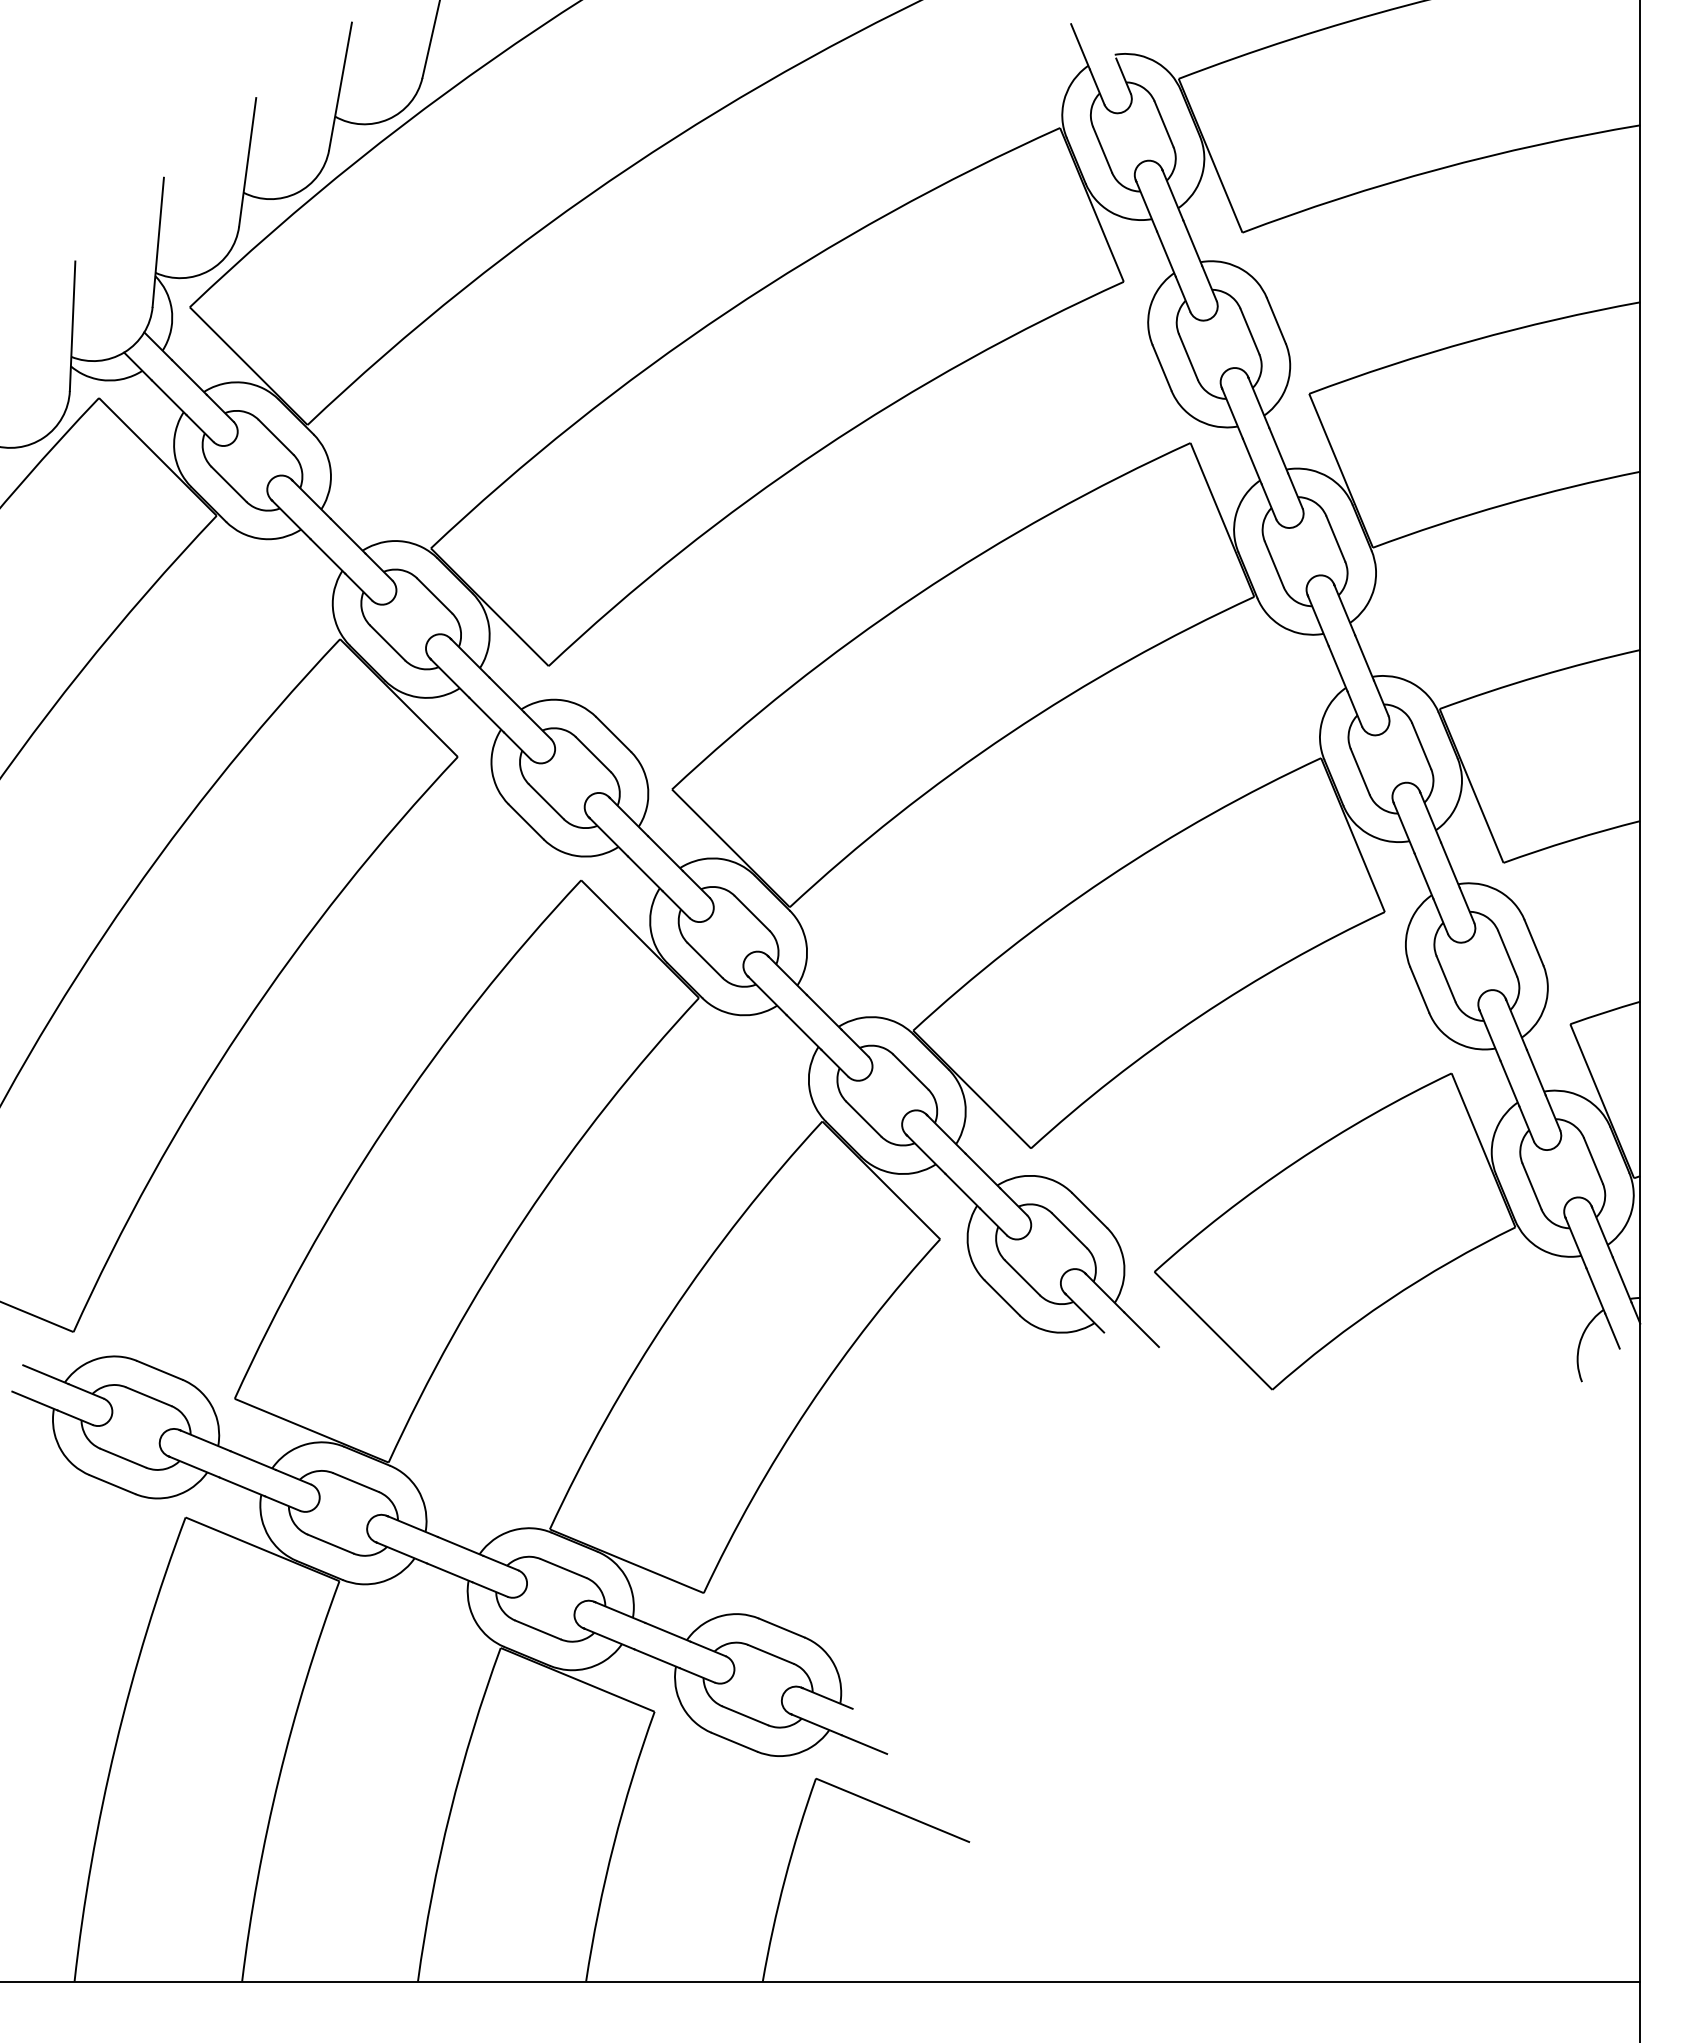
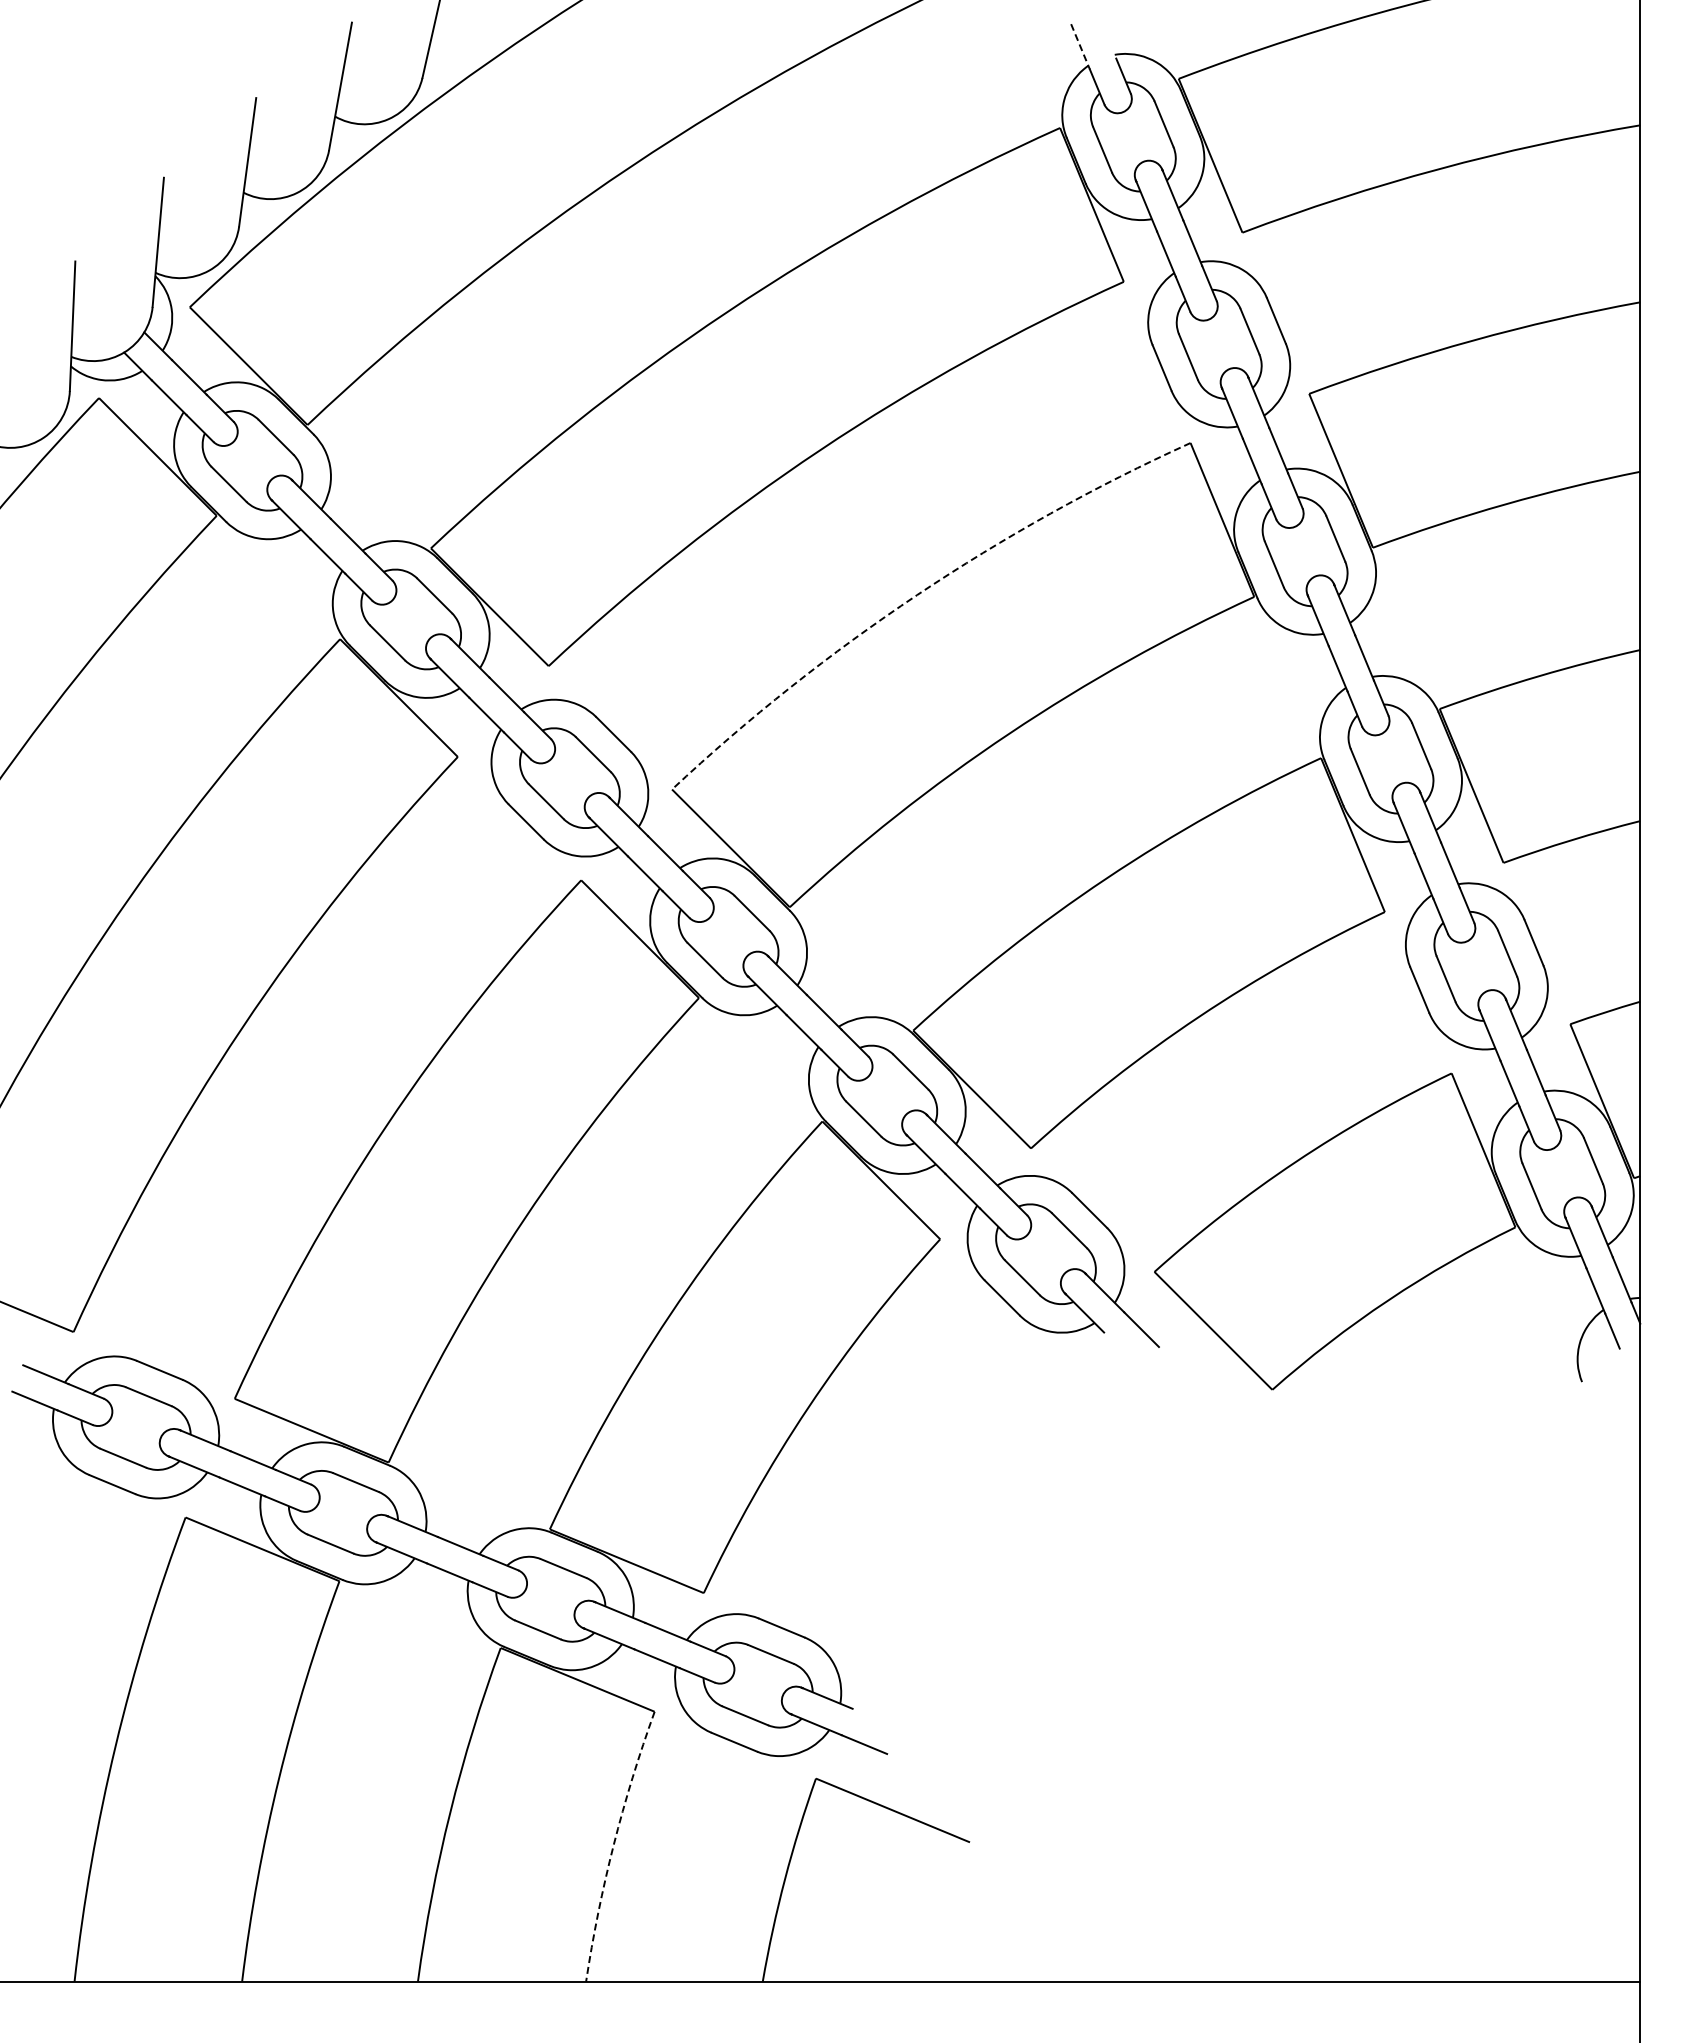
line at (1080, 46): solid -> dashed
arc at (917, 595): solid -> dashed
arc at (613, 1845): solid -> dashed
